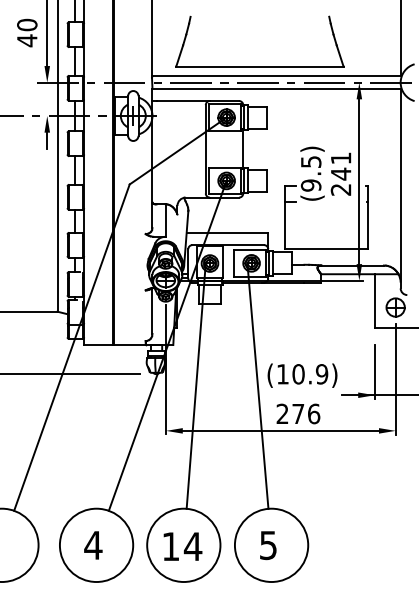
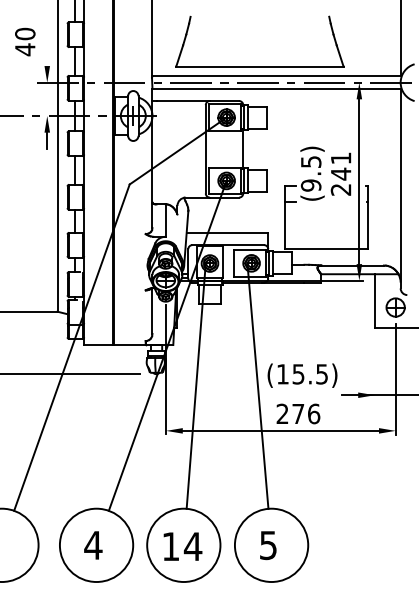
text at (27, 32) position: (27, 32) -> (25, 41)
line at (47, 34): present -> none
line at (374, 371): present -> none
text at (310, 374): (10.9) -> (15.5)
